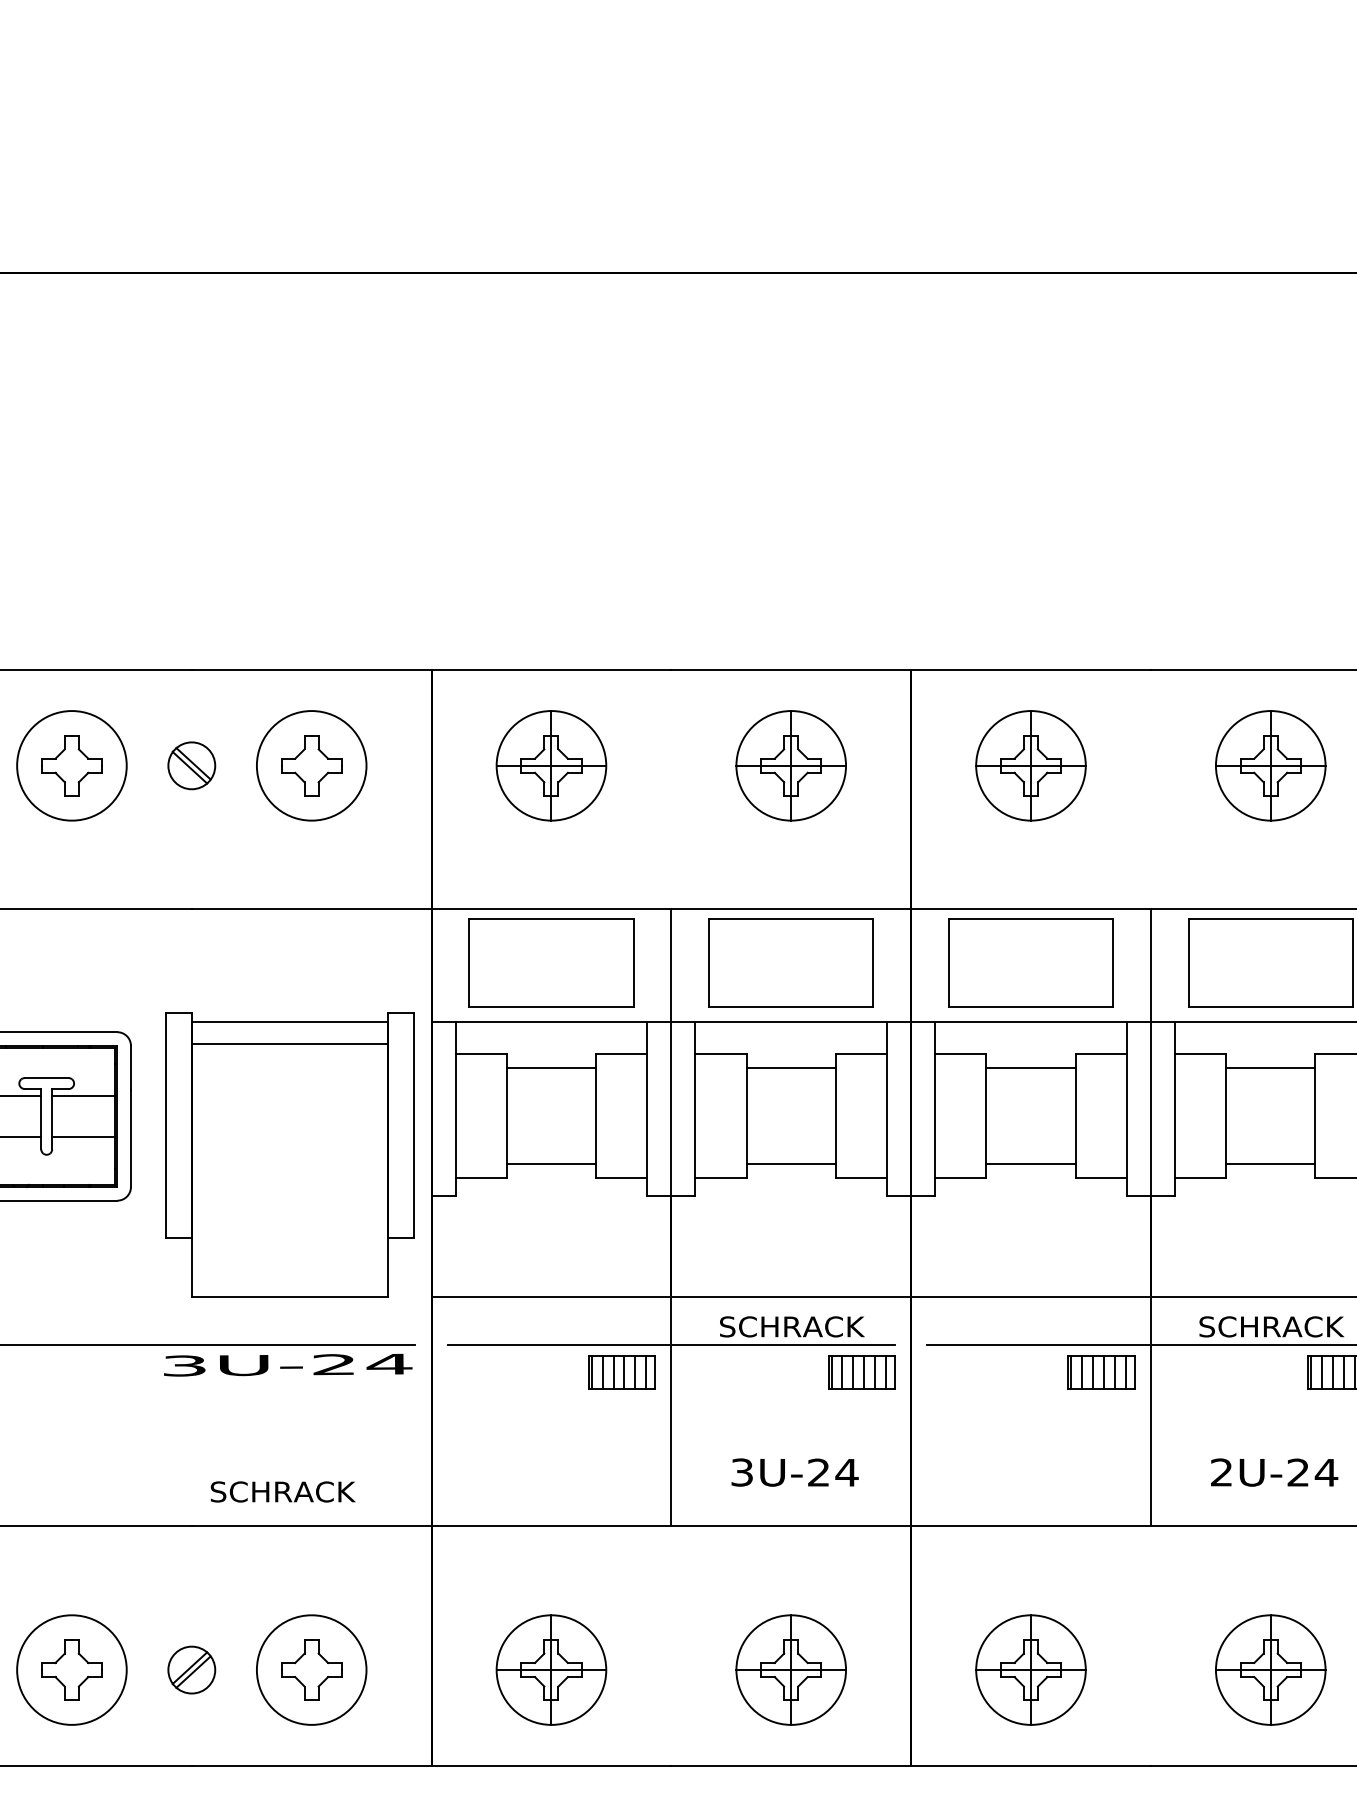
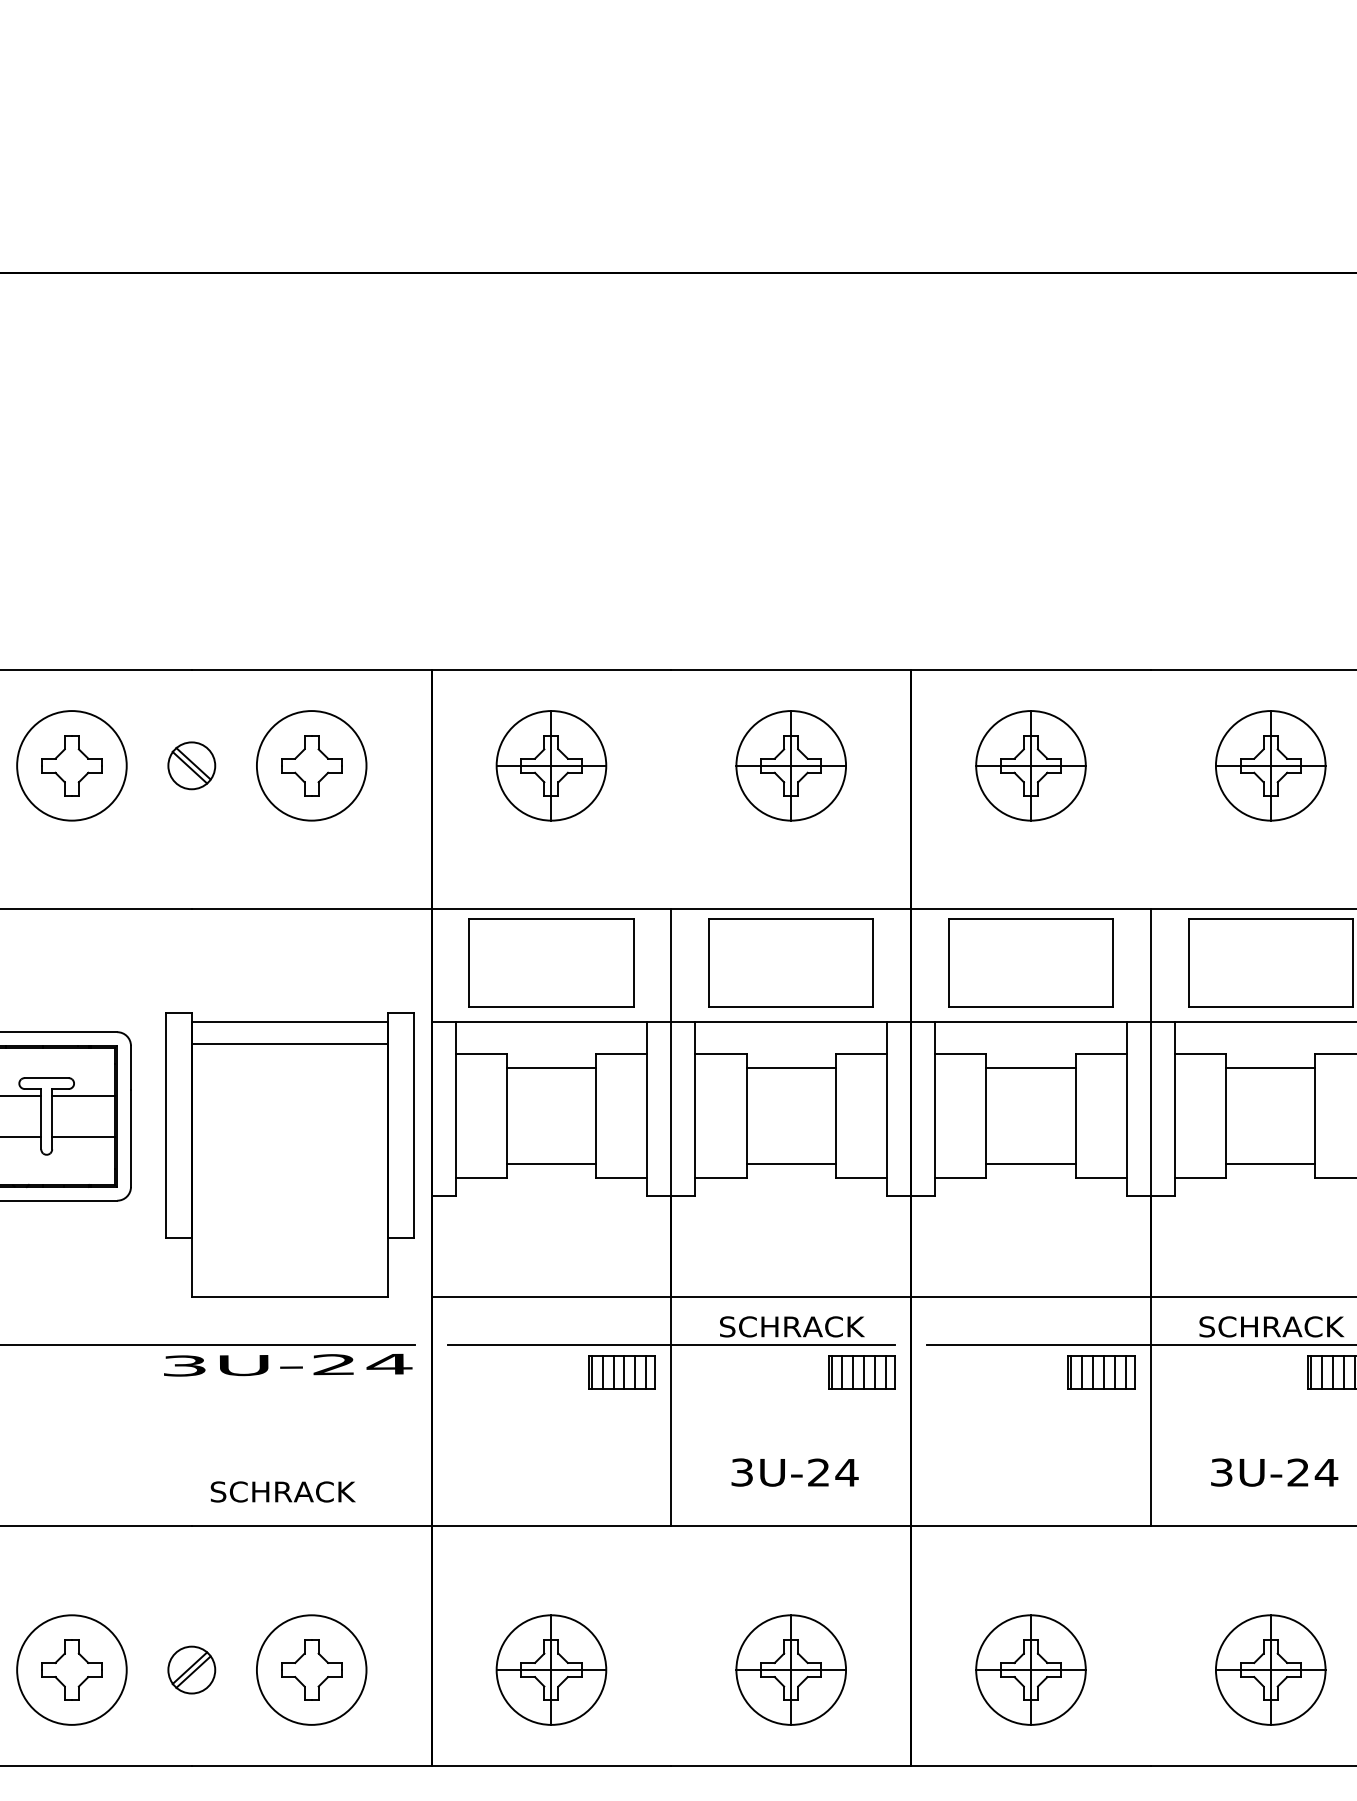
text at (1221, 1472): 2U-24 -> 3U-24
